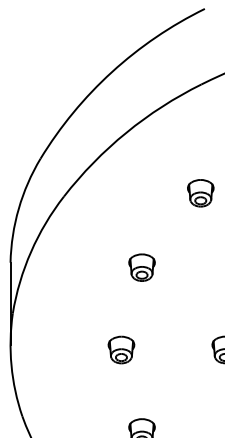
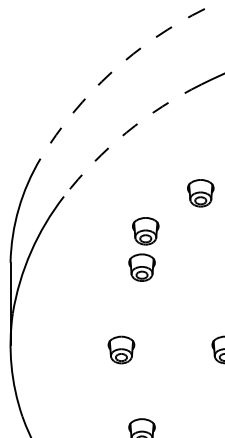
arc at (112, 72): solid -> dashed
arc at (126, 132): solid -> dashed
part at (145, 231): none -> present
